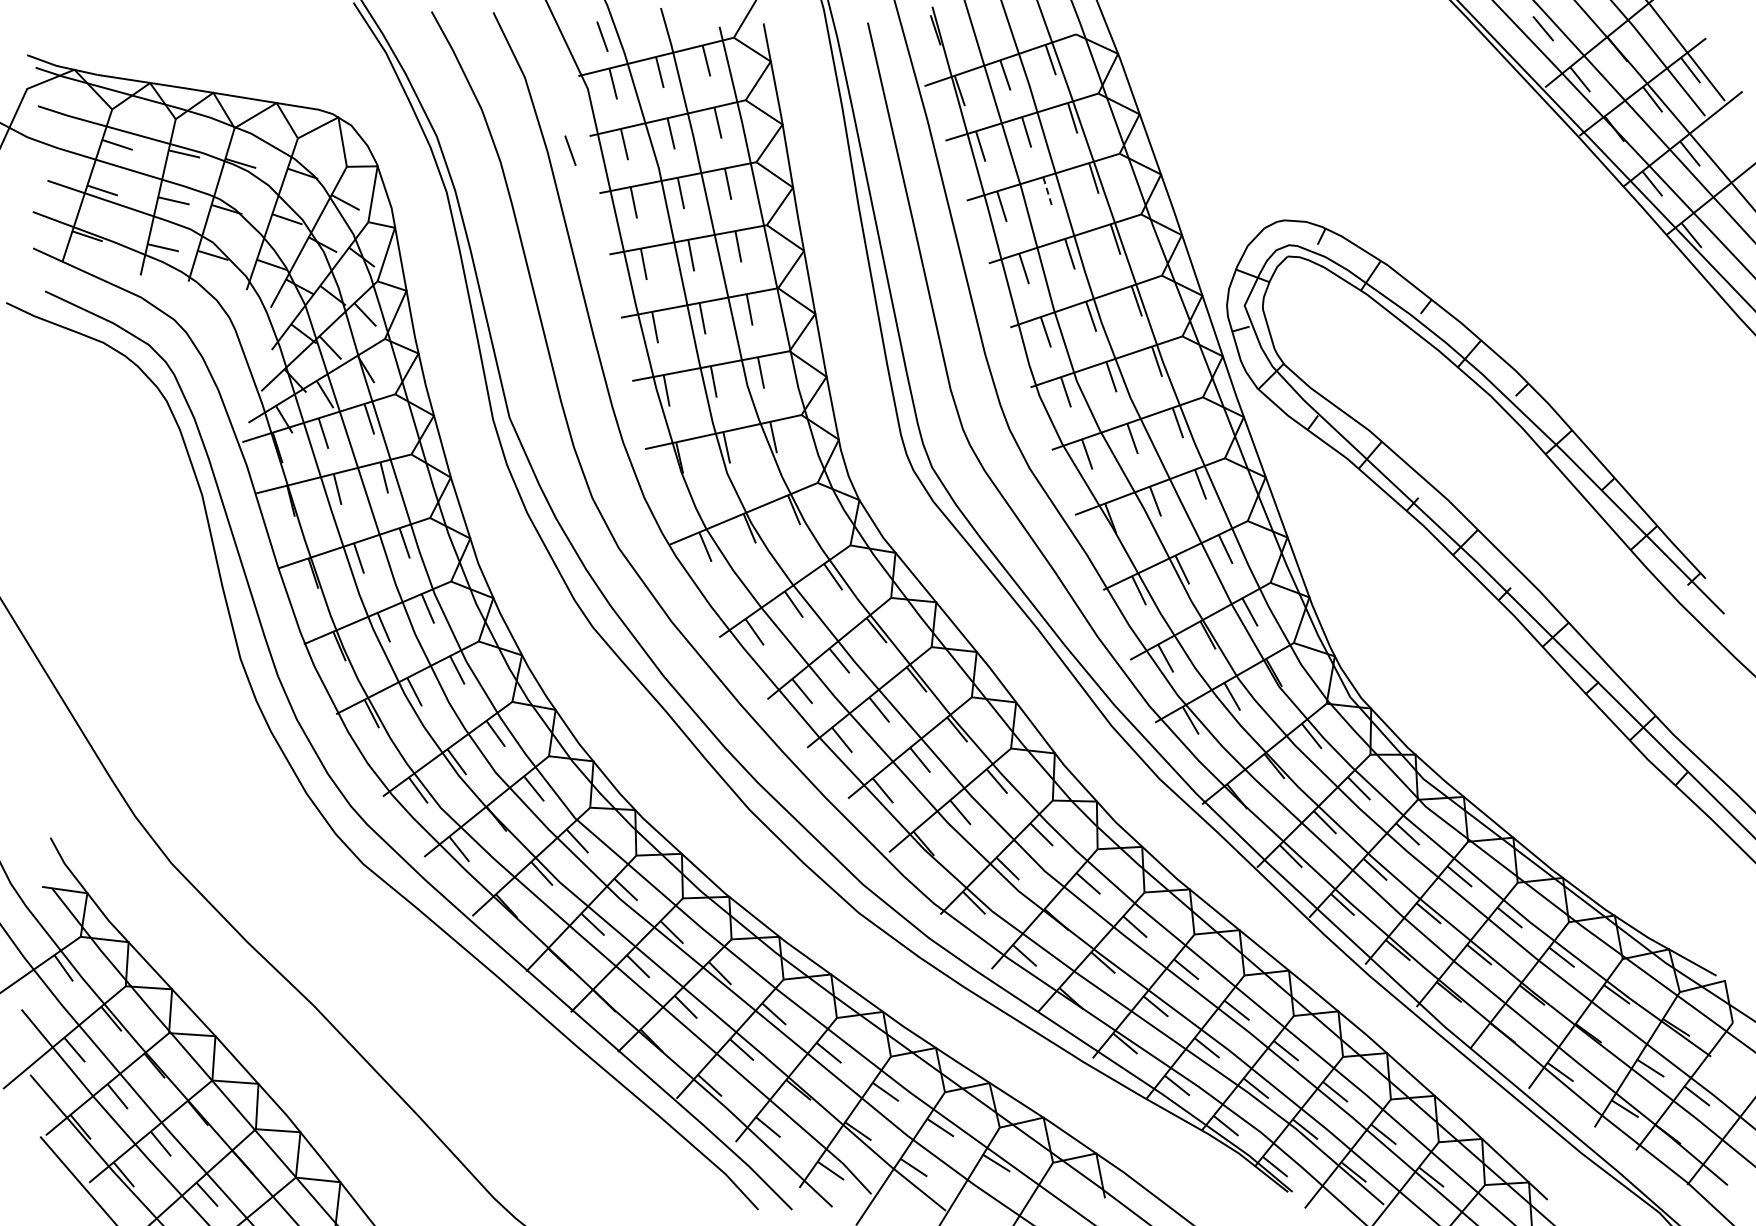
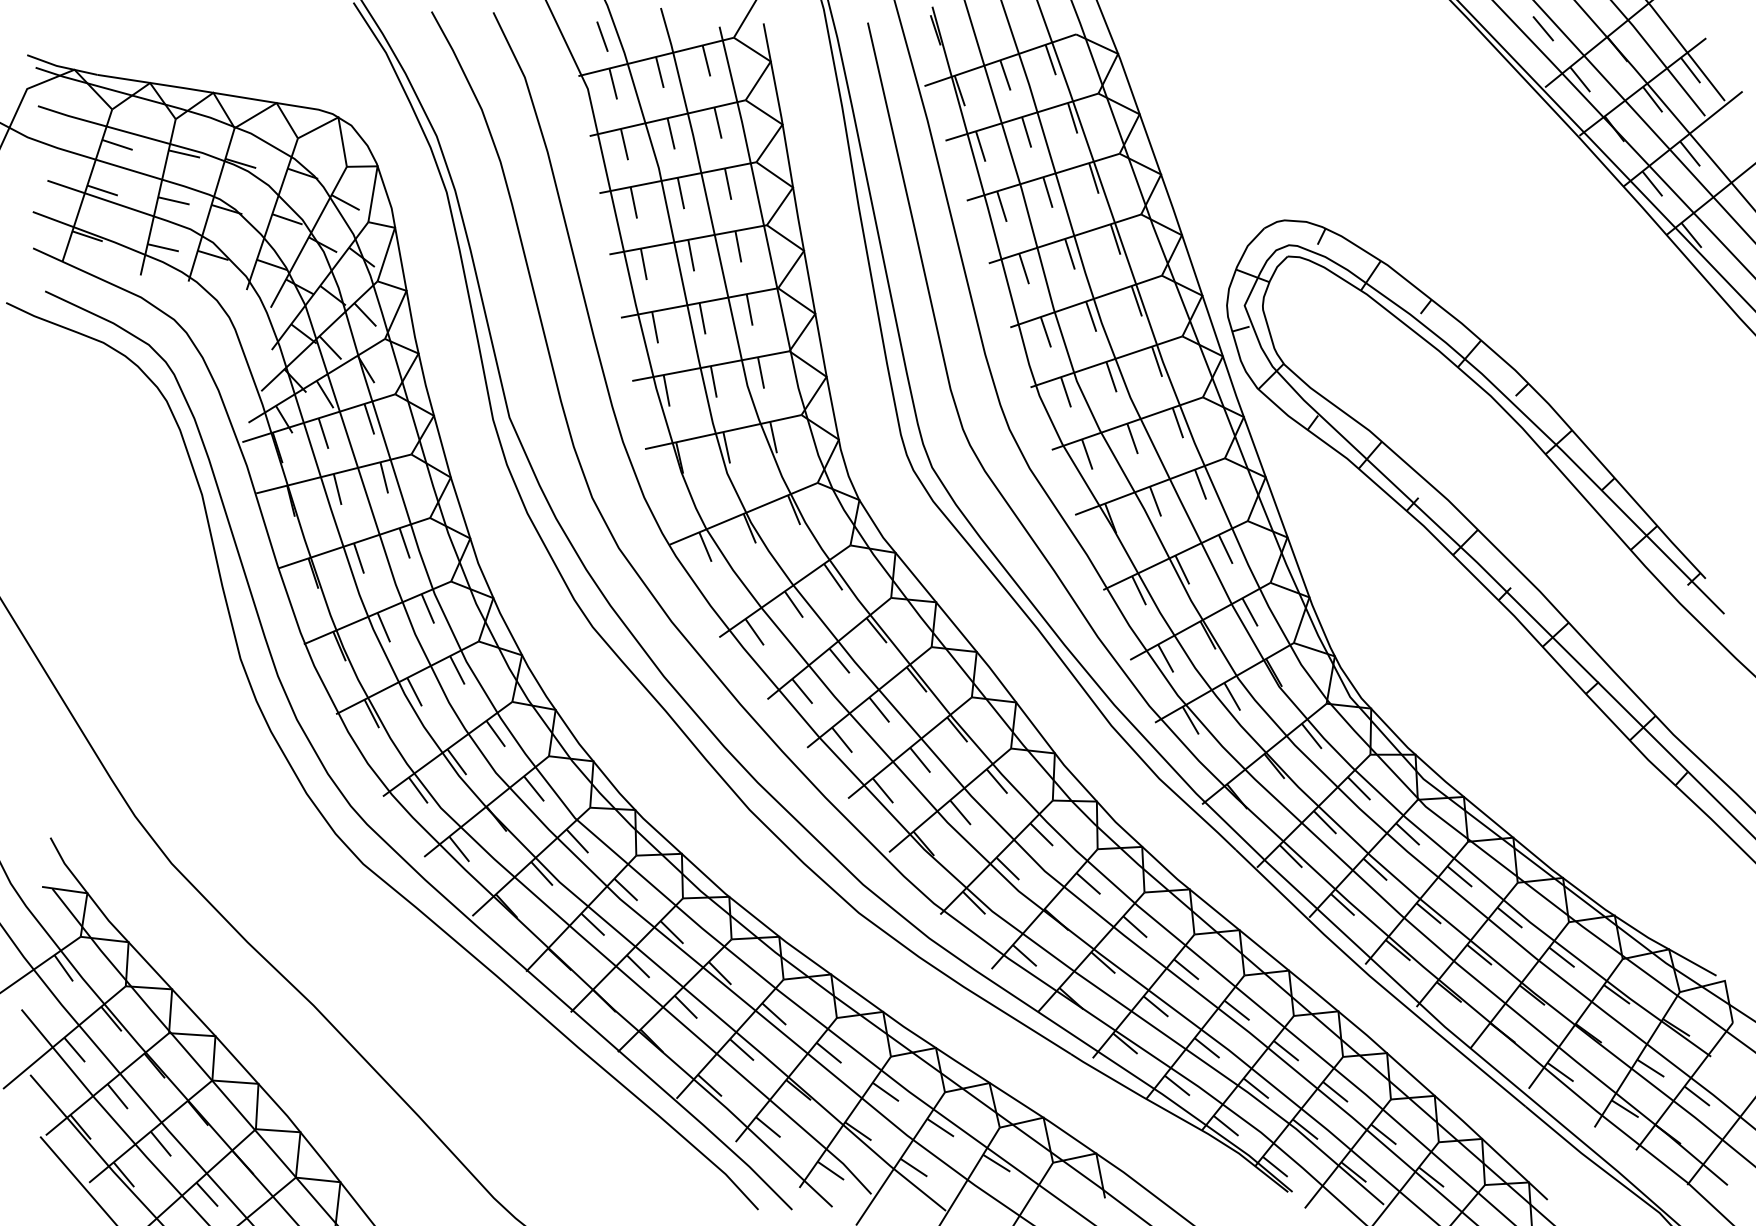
line at (570, 150): present -> none
line at (1047, 192): dashed -> solid
